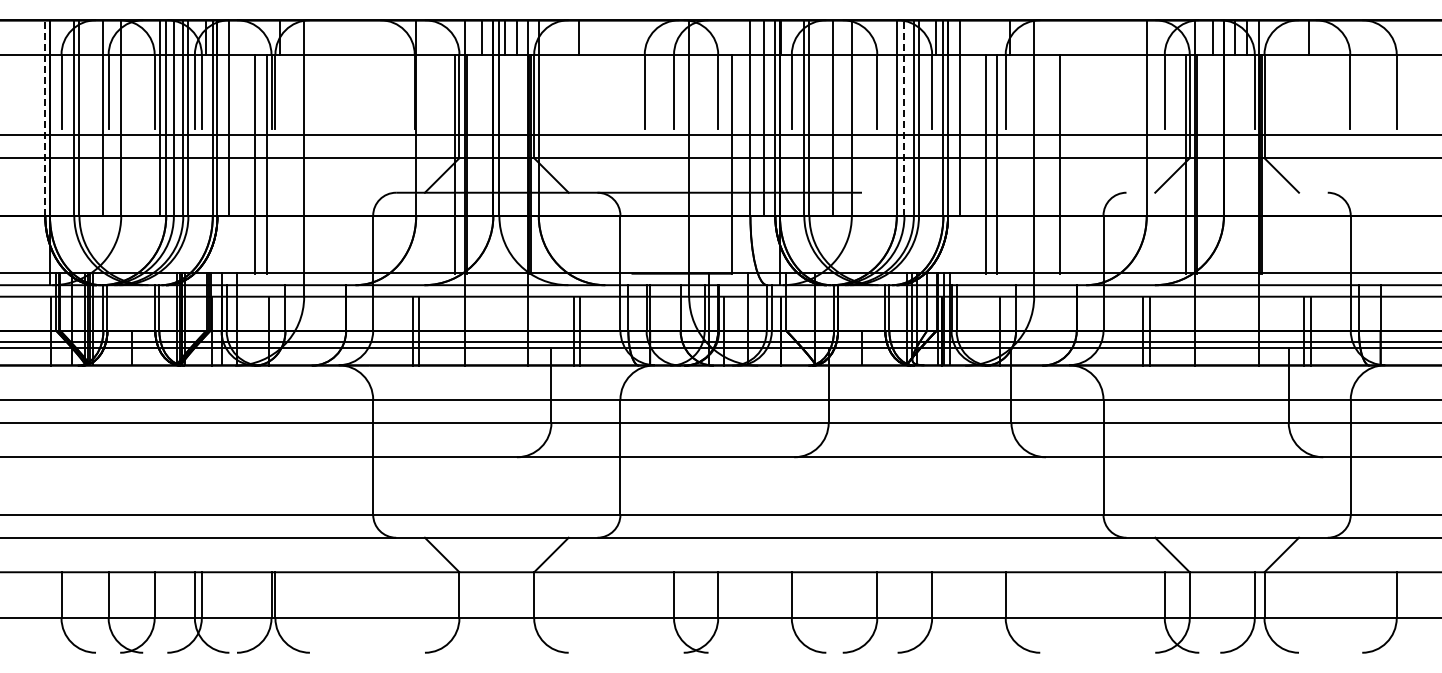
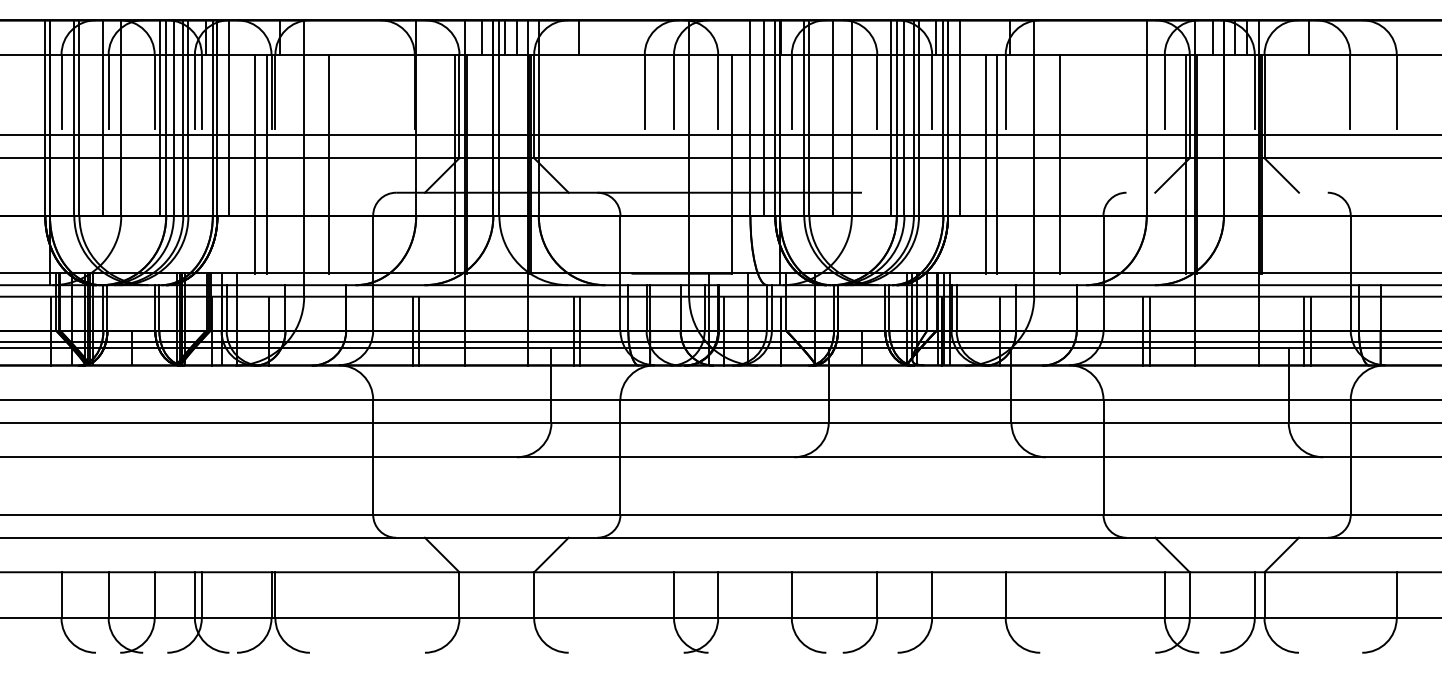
line at (45, 118): dashed -> solid
line at (890, 118): none -> present
line at (904, 118): dashed -> solid
line at (329, 164): none -> present
